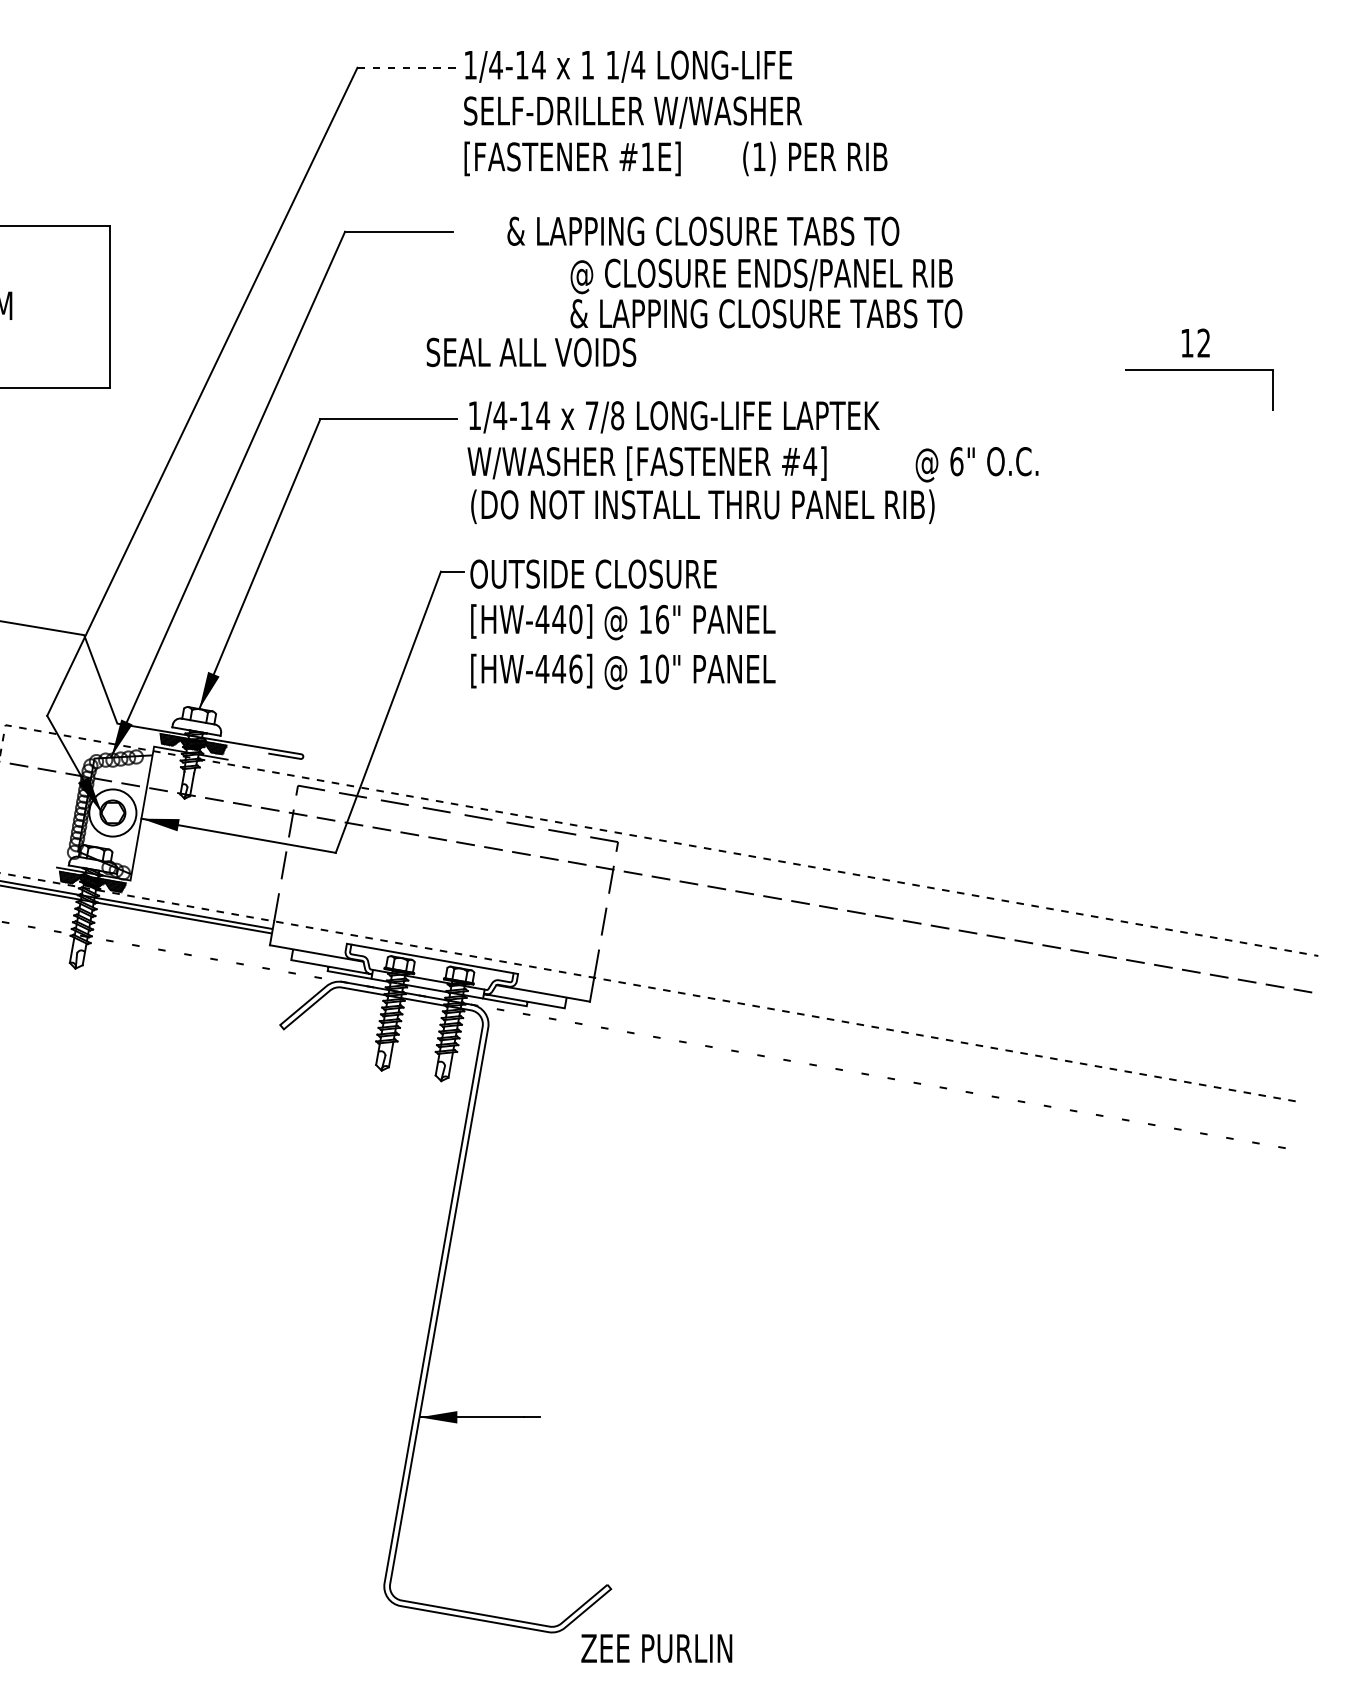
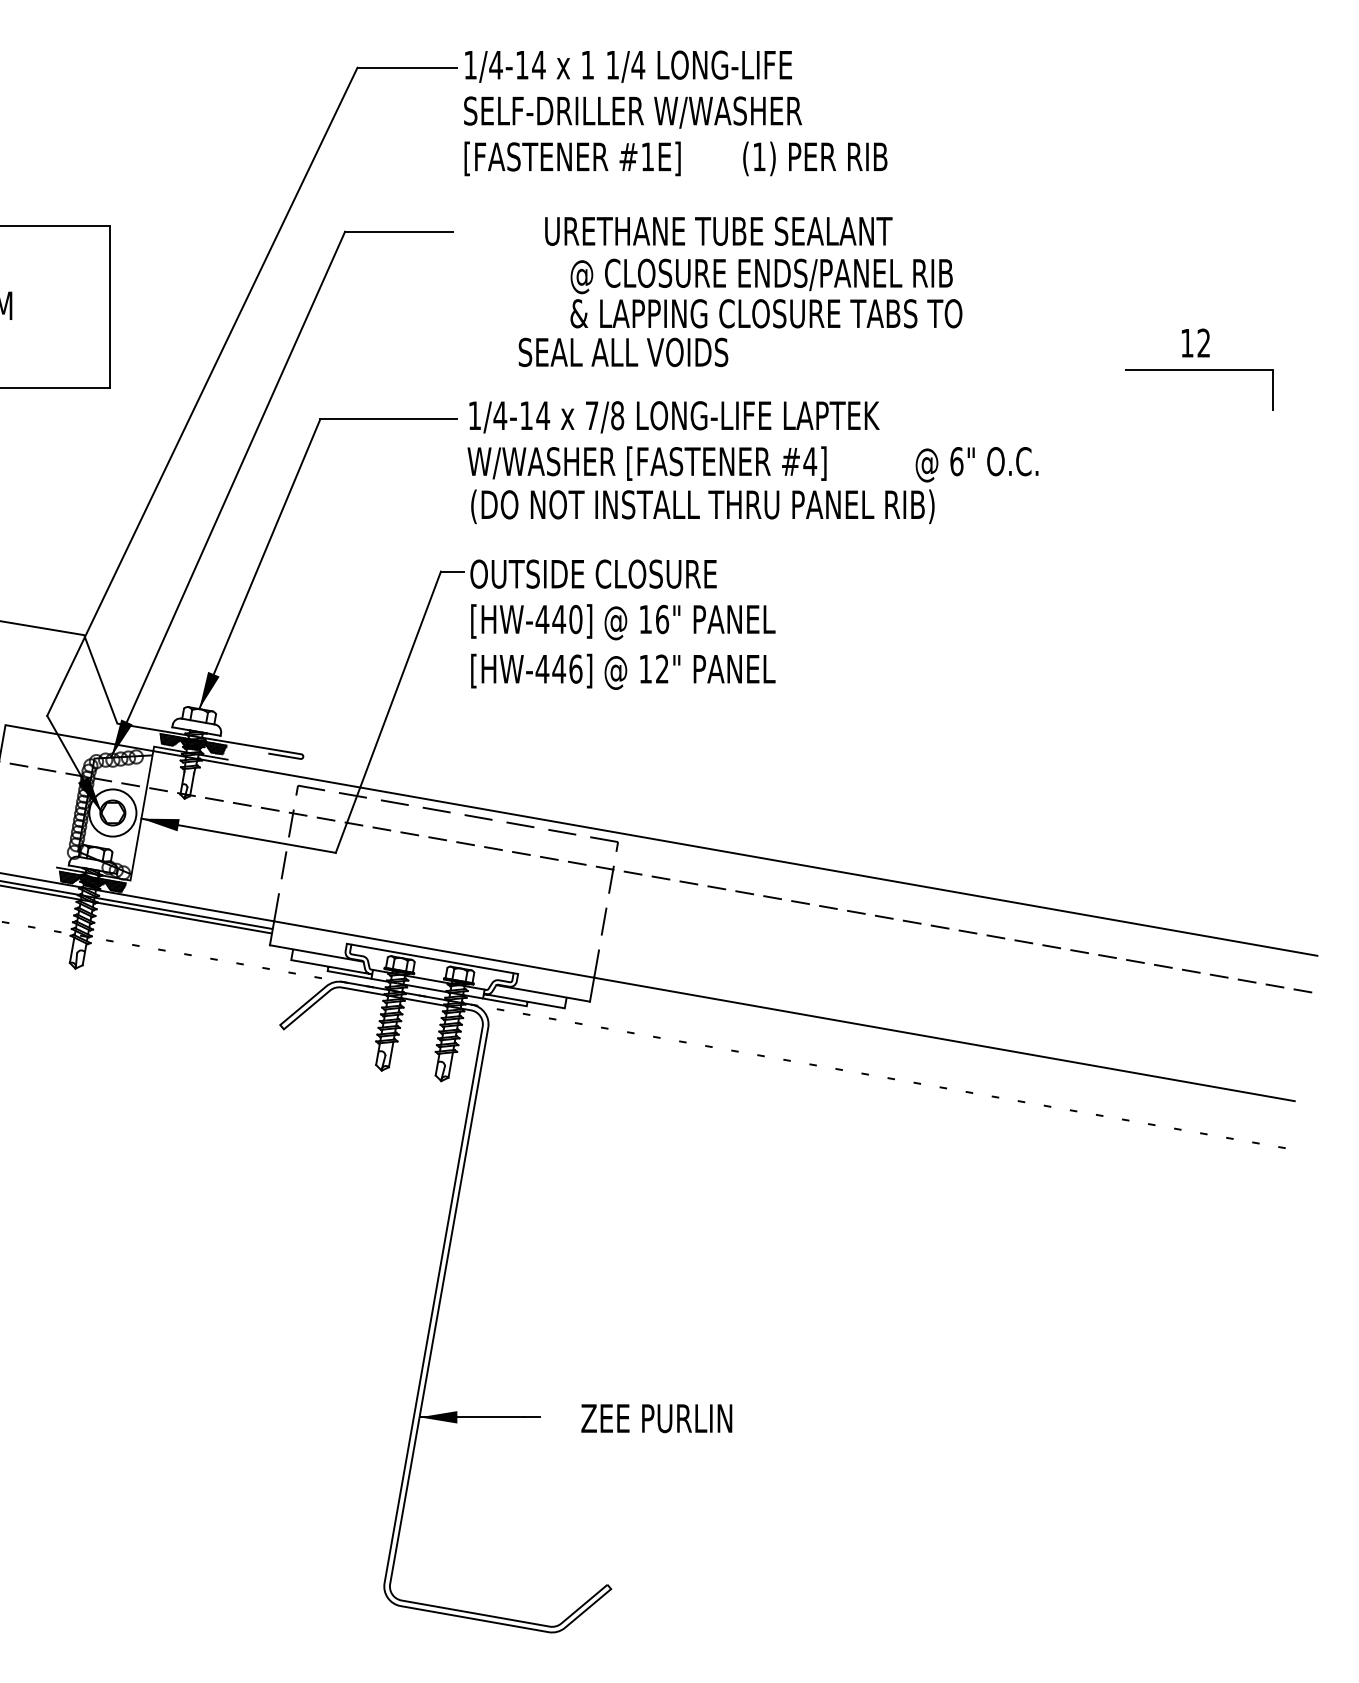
line at (407, 67): dashed -> solid
text at (703, 230): & LAPPING CLOSURE TABS TO -> URETHANE TUBE SEALANT
text at (531, 352) position: (531, 352) -> (623, 352)
text at (661, 668): 10" -> 12"
line at (4, 732): dashed -> solid
text at (656, 1648) position: (656, 1648) -> (656, 1418)
